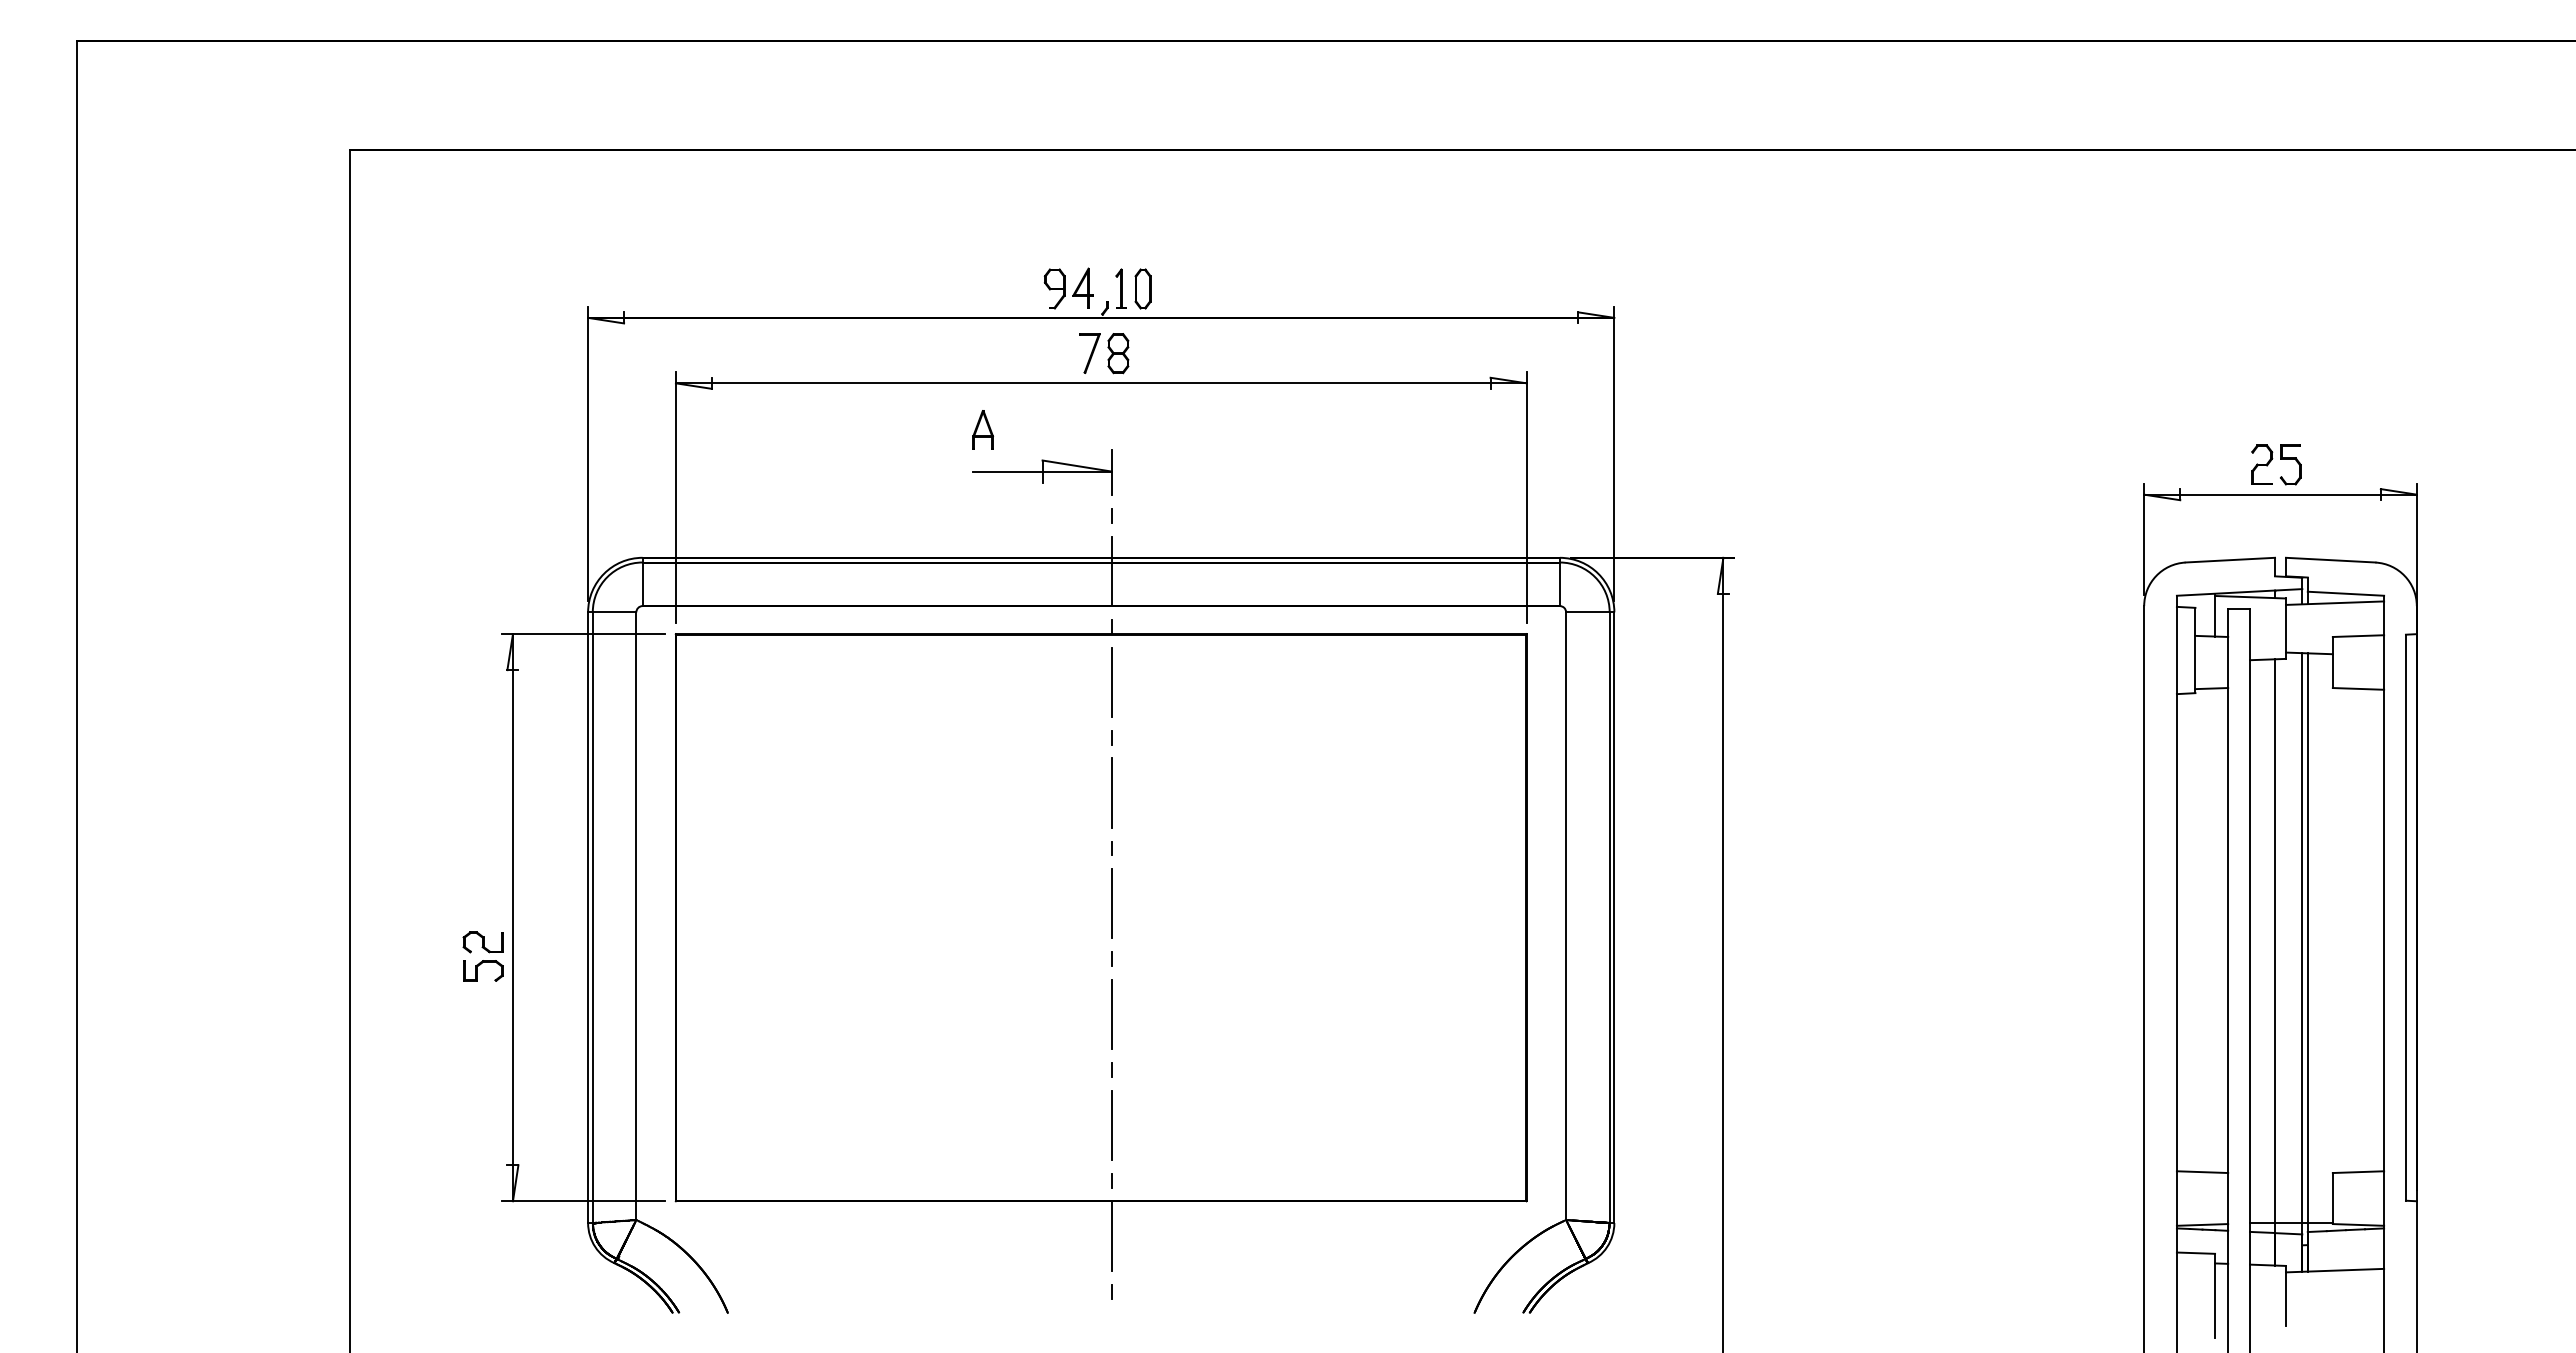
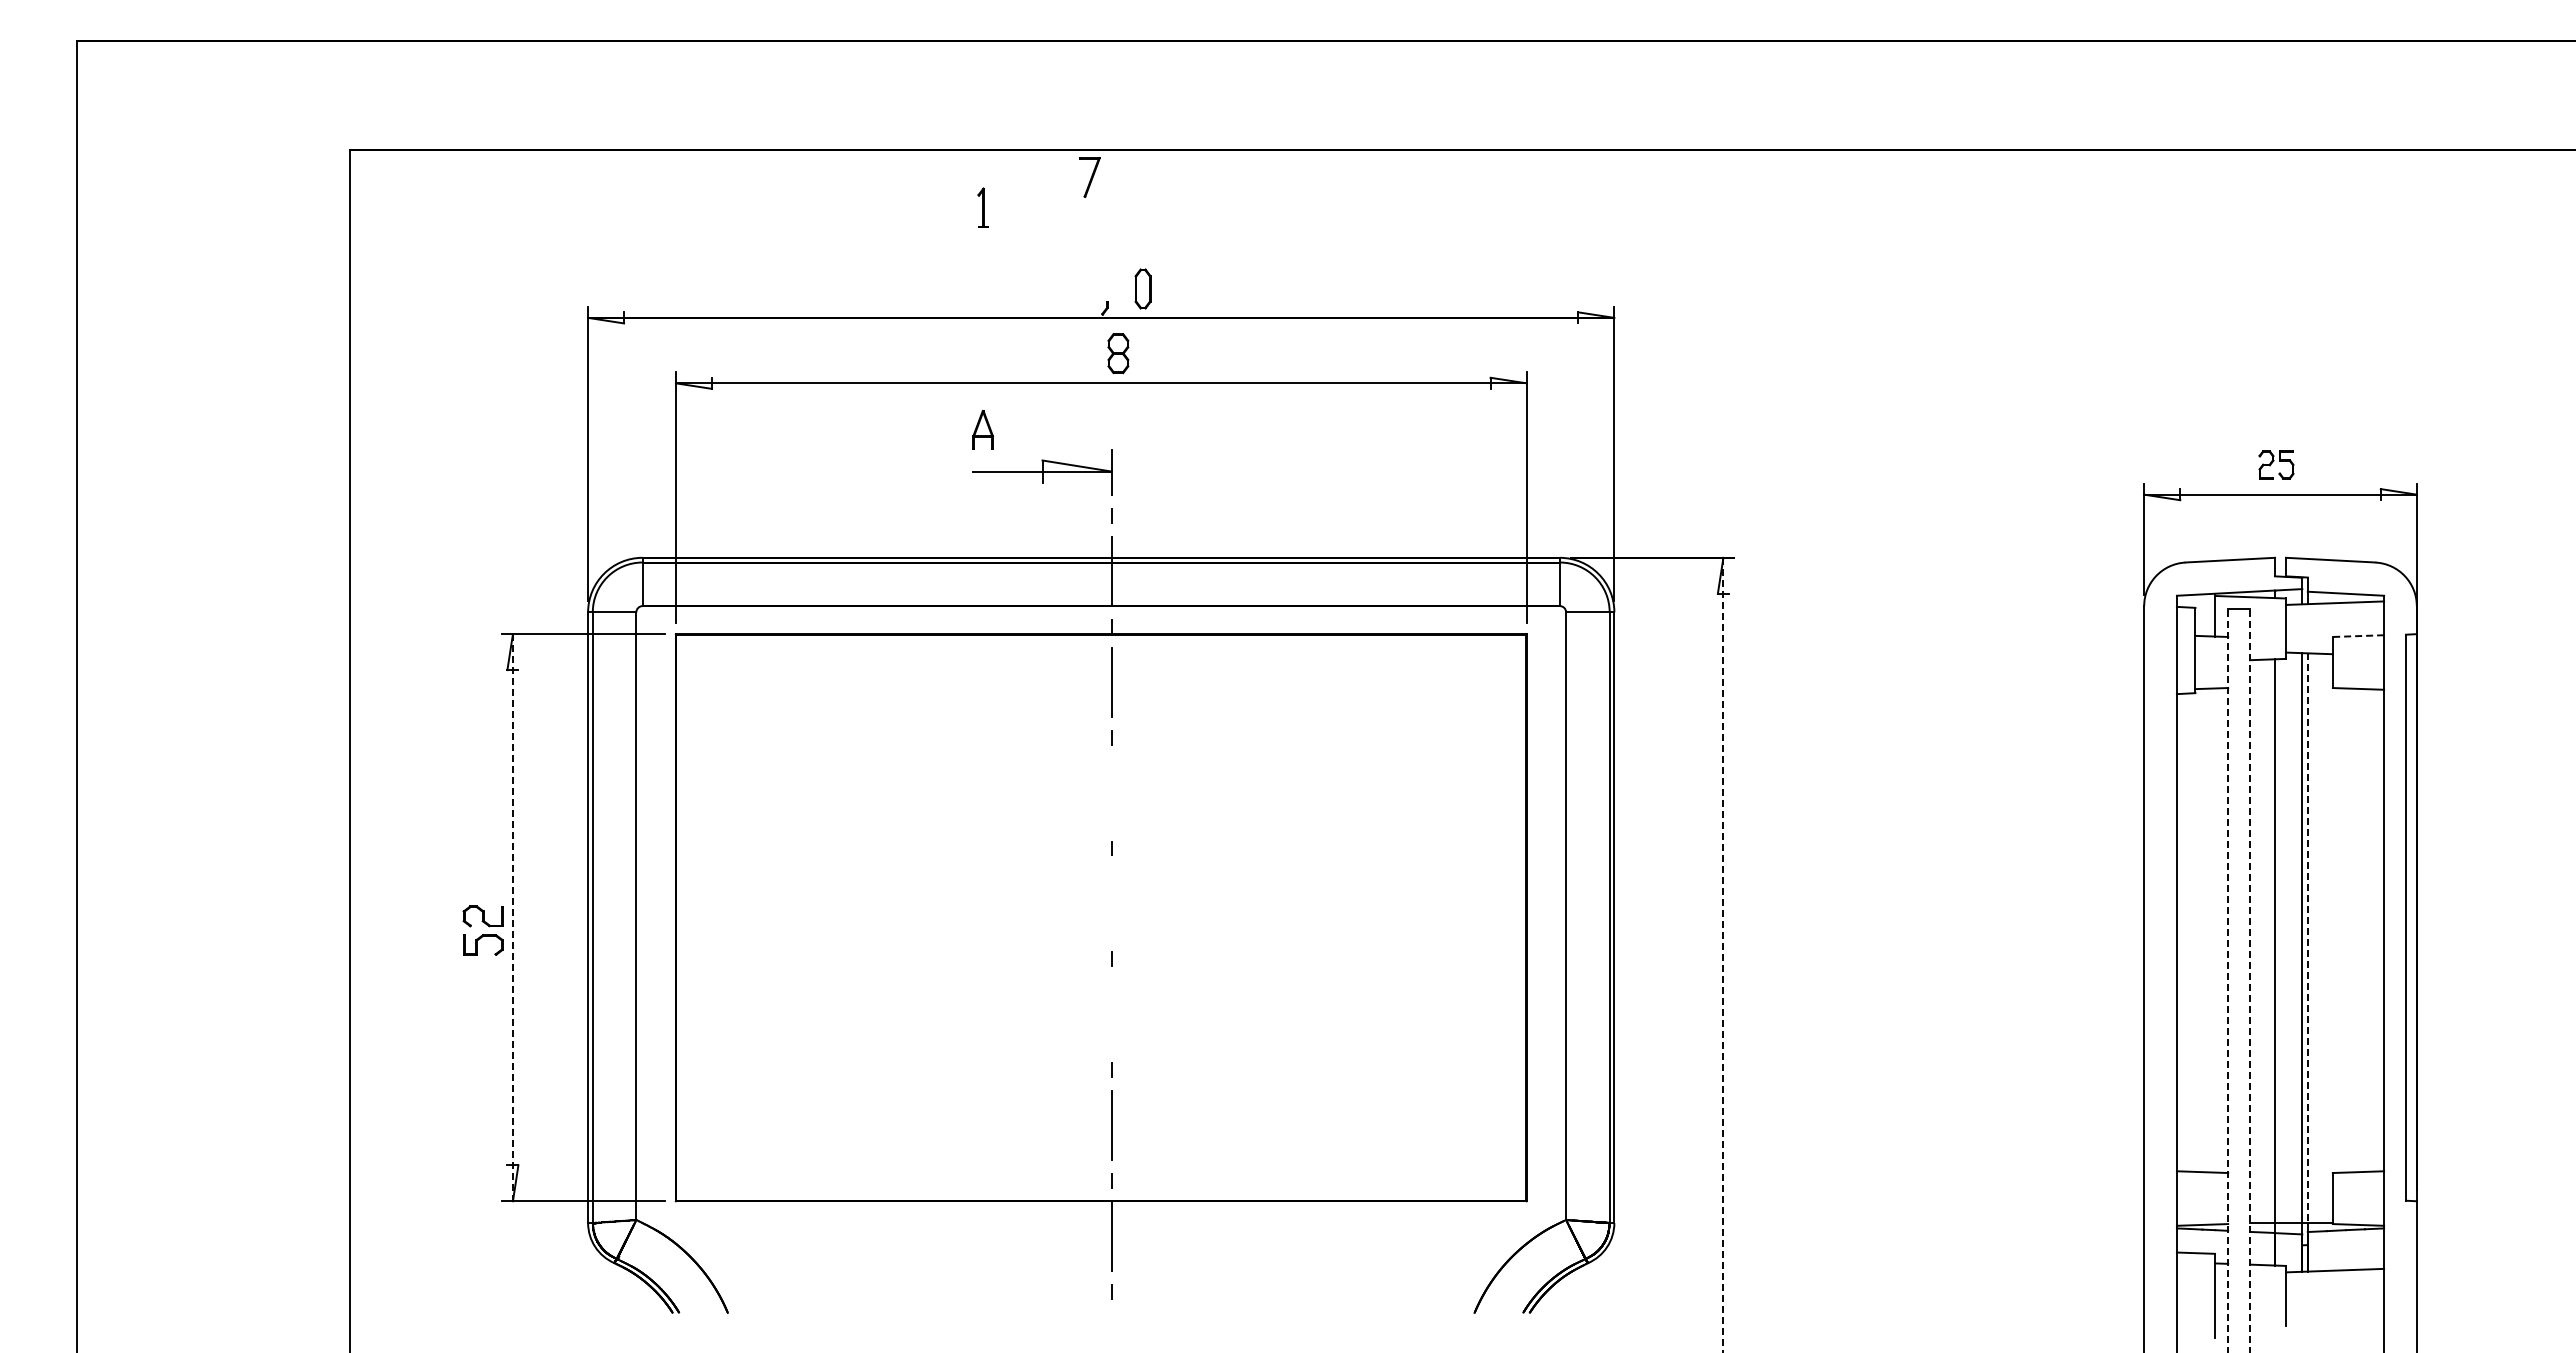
part at (1068, 288): present -> none
part at (1120, 288) position: (1120, 288) -> (982, 207)
part at (1089, 353) position: (1089, 353) -> (1089, 177)
part at (2276, 464) size: 51x42 px -> 37x30 px
line at (2358, 636): solid -> dashed
line at (1111, 792): present -> none
line at (1111, 903): present -> none
line at (512, 917): solid -> dashed
line at (2307, 938): solid -> dashed
line at (1723, 955): solid -> dashed
part at (482, 956) position: (482, 956) -> (482, 930)
line at (2228, 980): solid -> dashed
line at (2249, 980): solid -> dashed
line at (1111, 1014): present -> none
